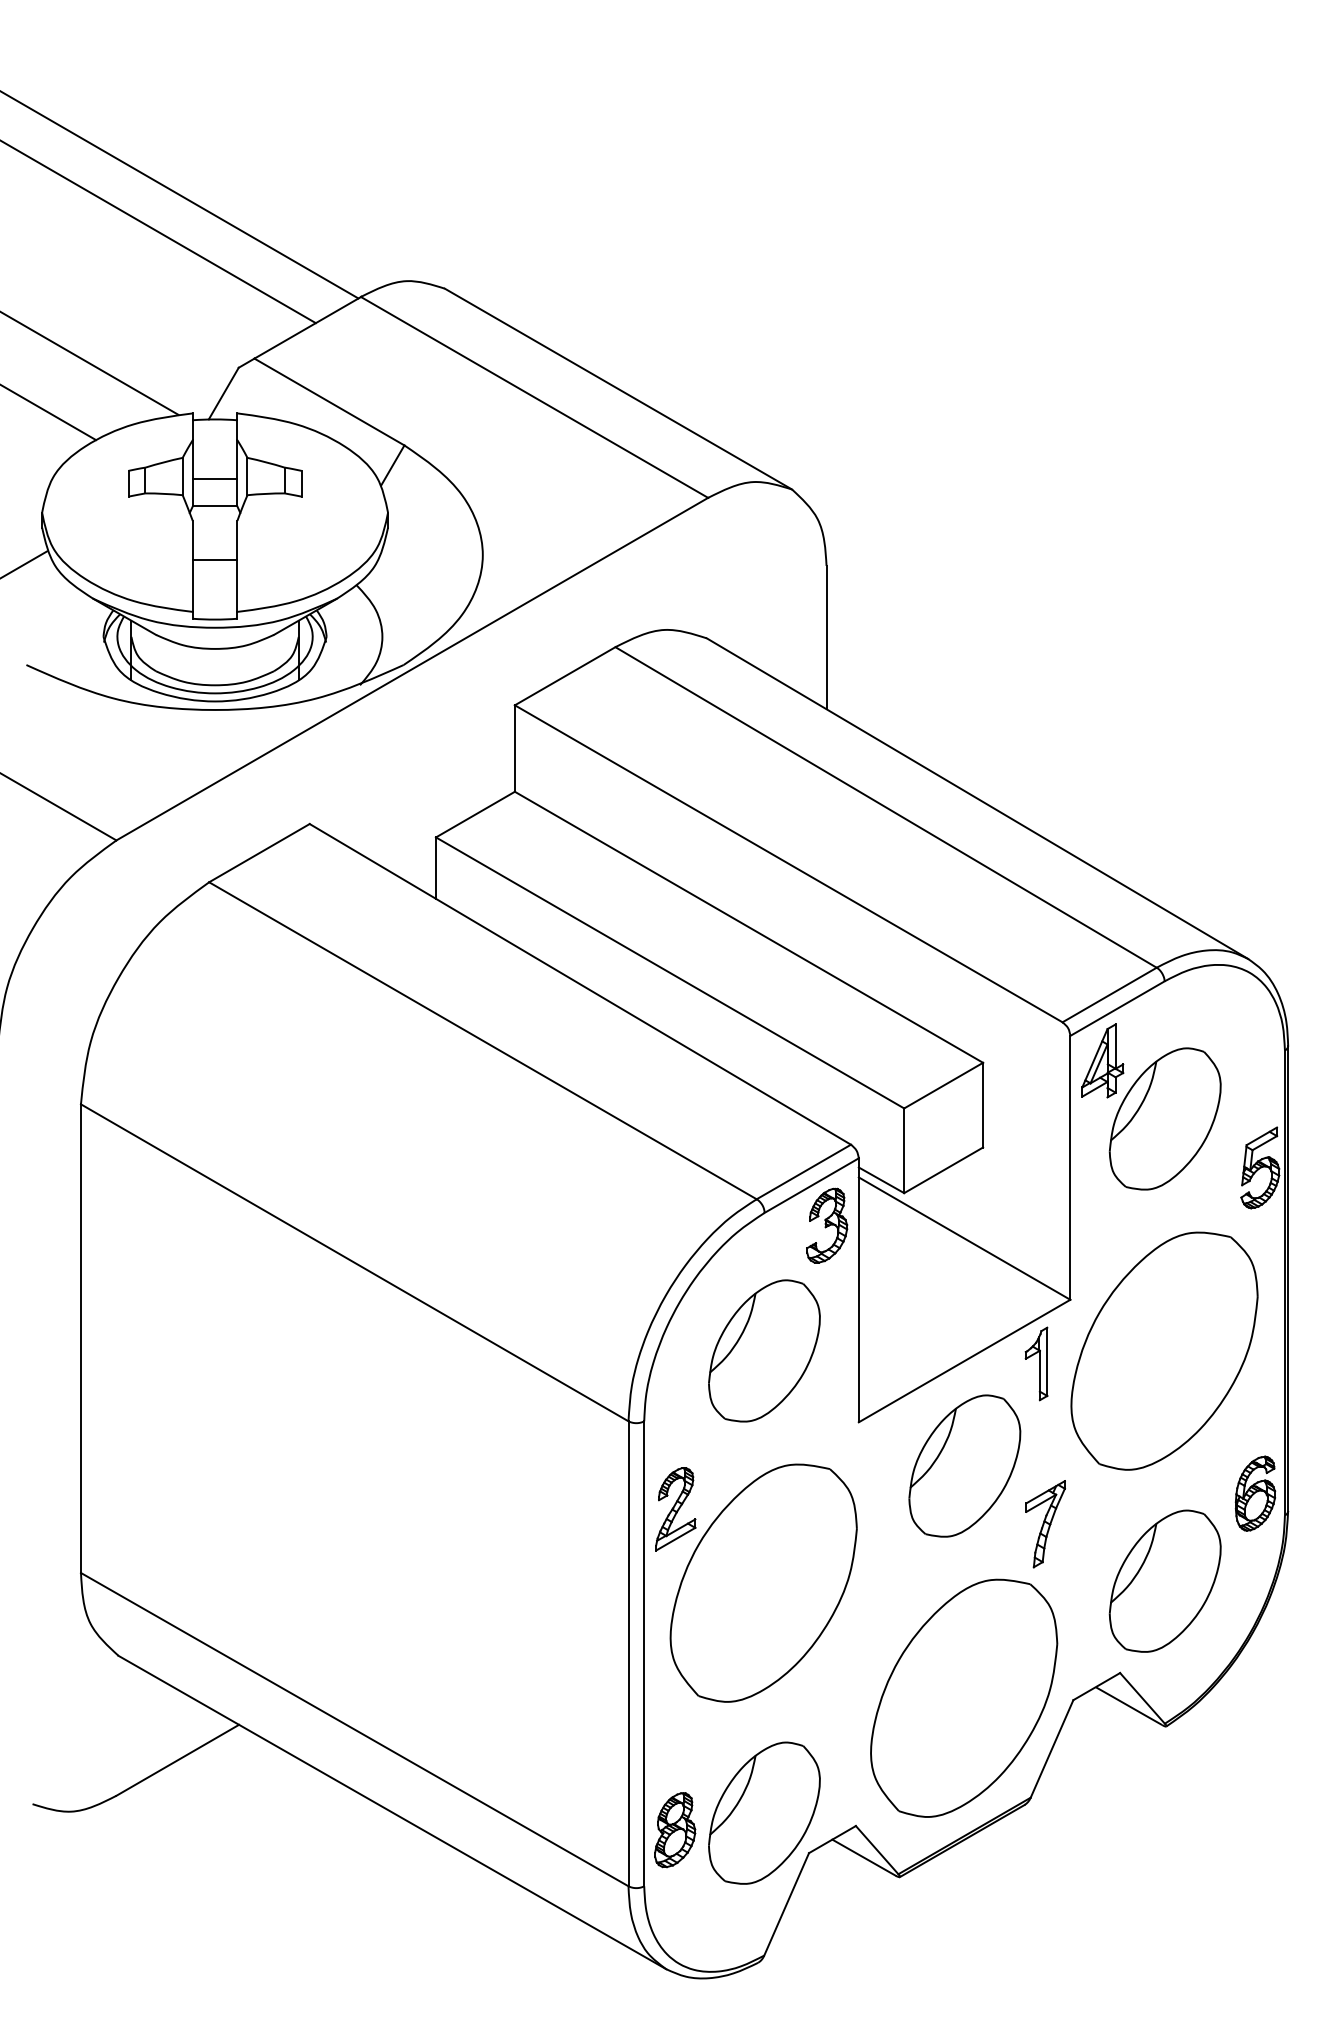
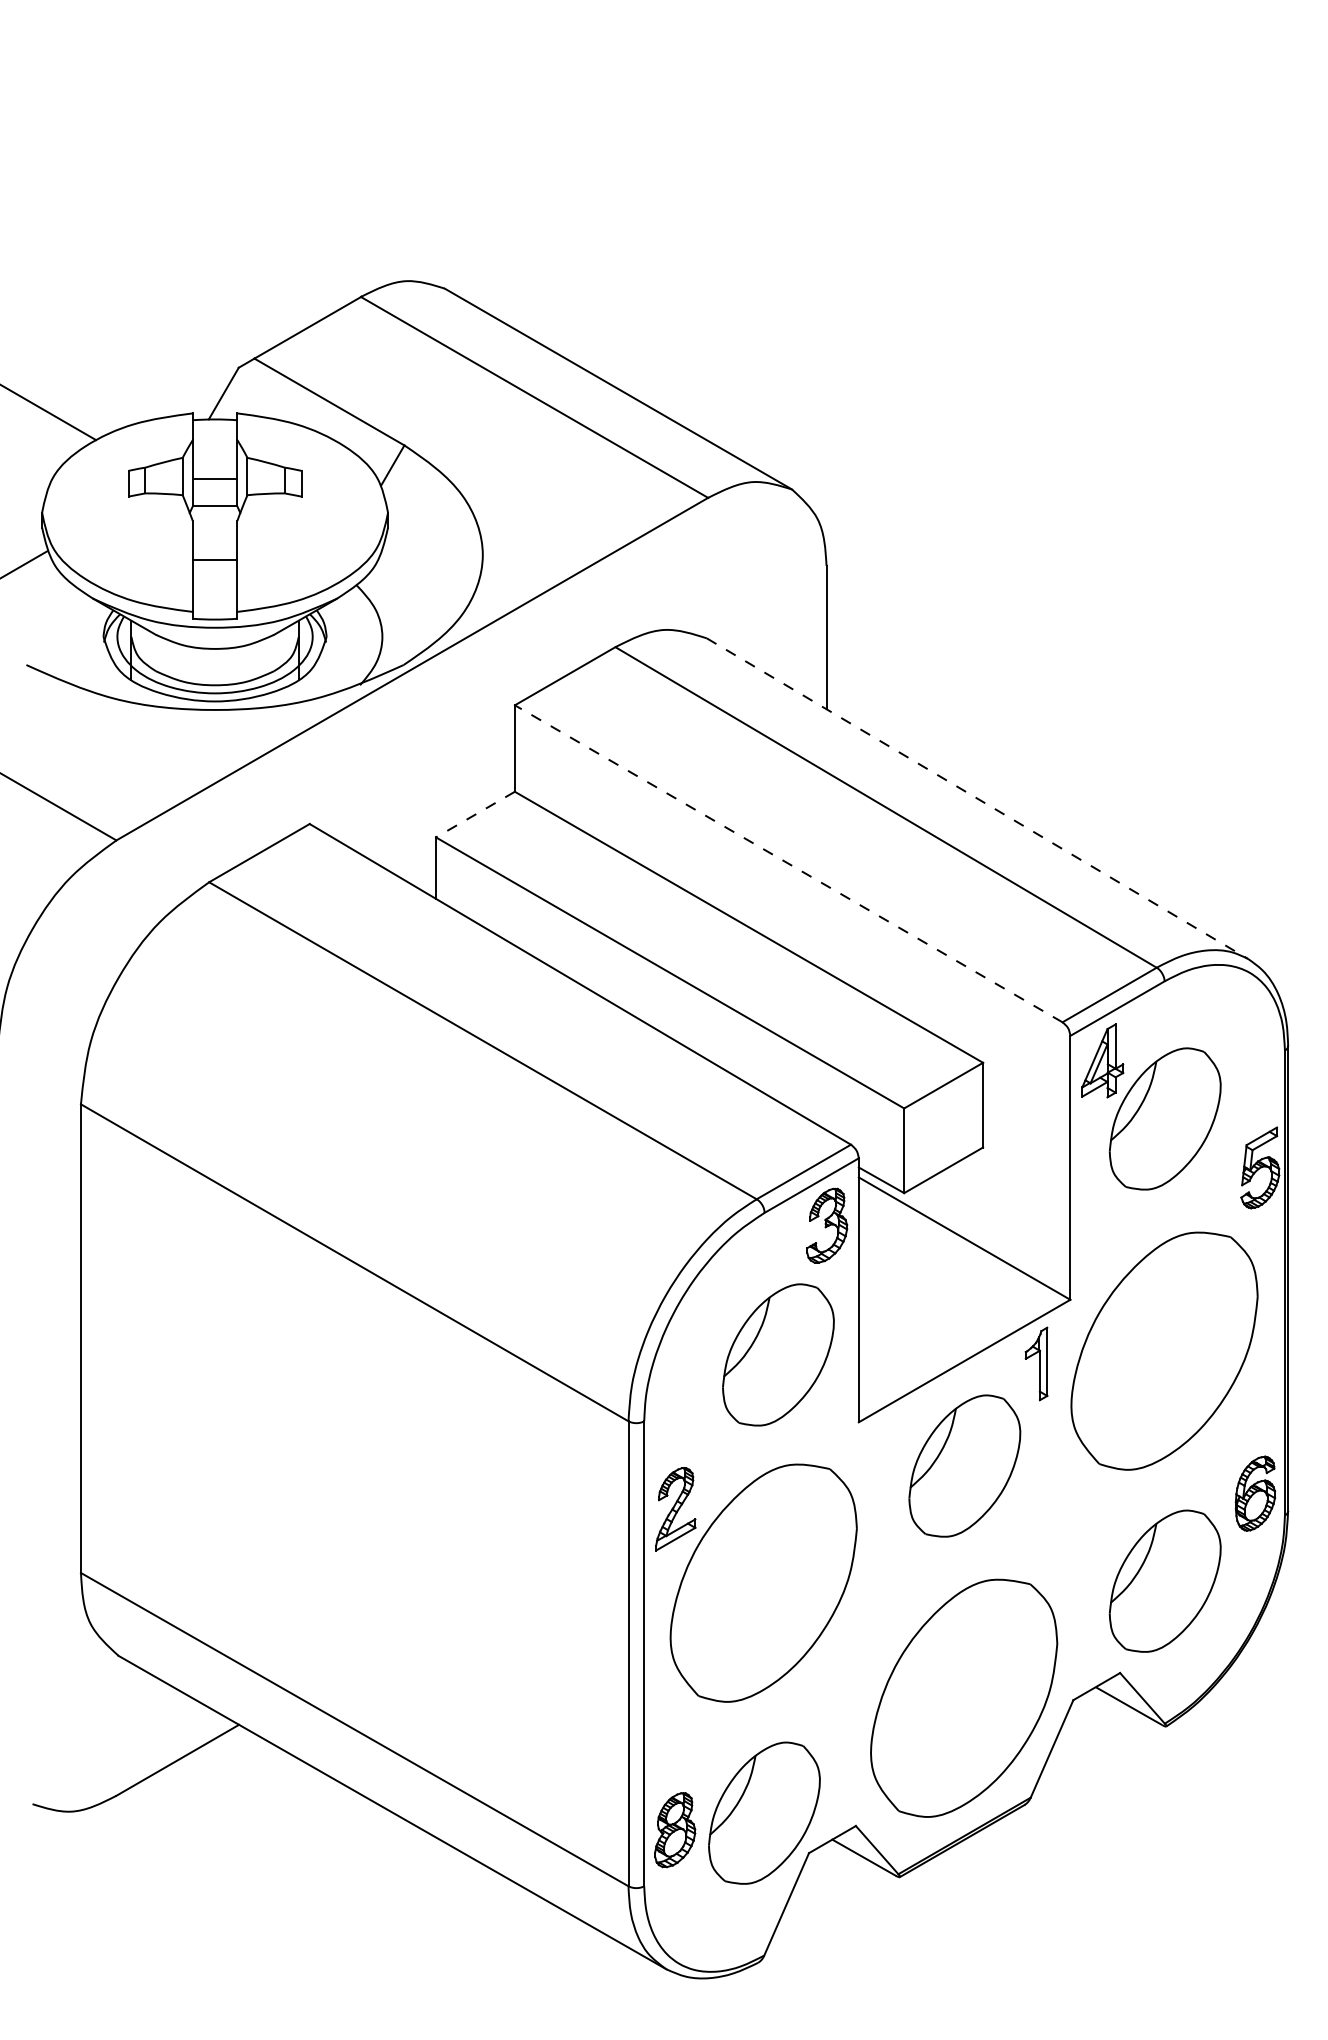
line at (180, 195): present -> none
line at (158, 232): present -> none
line at (90, 363): present -> none
line at (977, 798): solid -> dashed
line at (475, 814): solid -> dashed
line at (788, 863): solid -> dashed
part at (764, 1350) position: (764, 1350) -> (778, 1354)
part at (1045, 1524): present -> none
